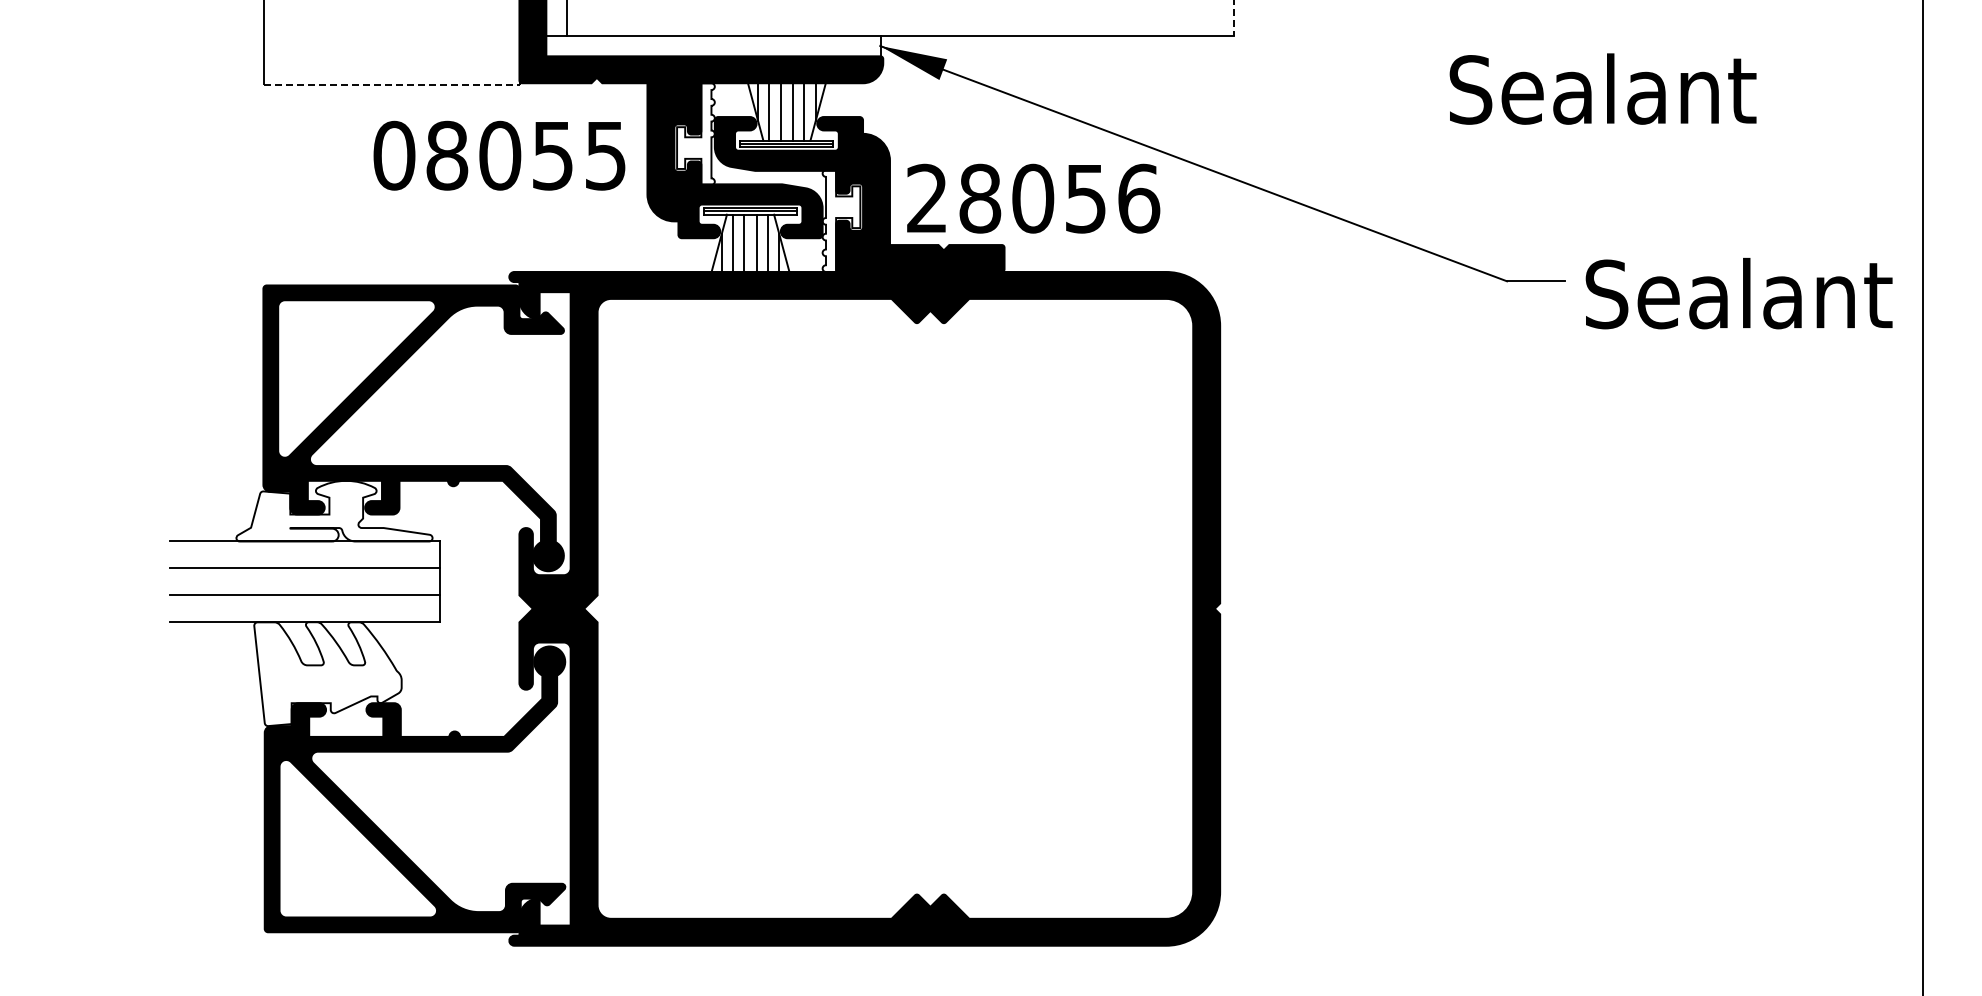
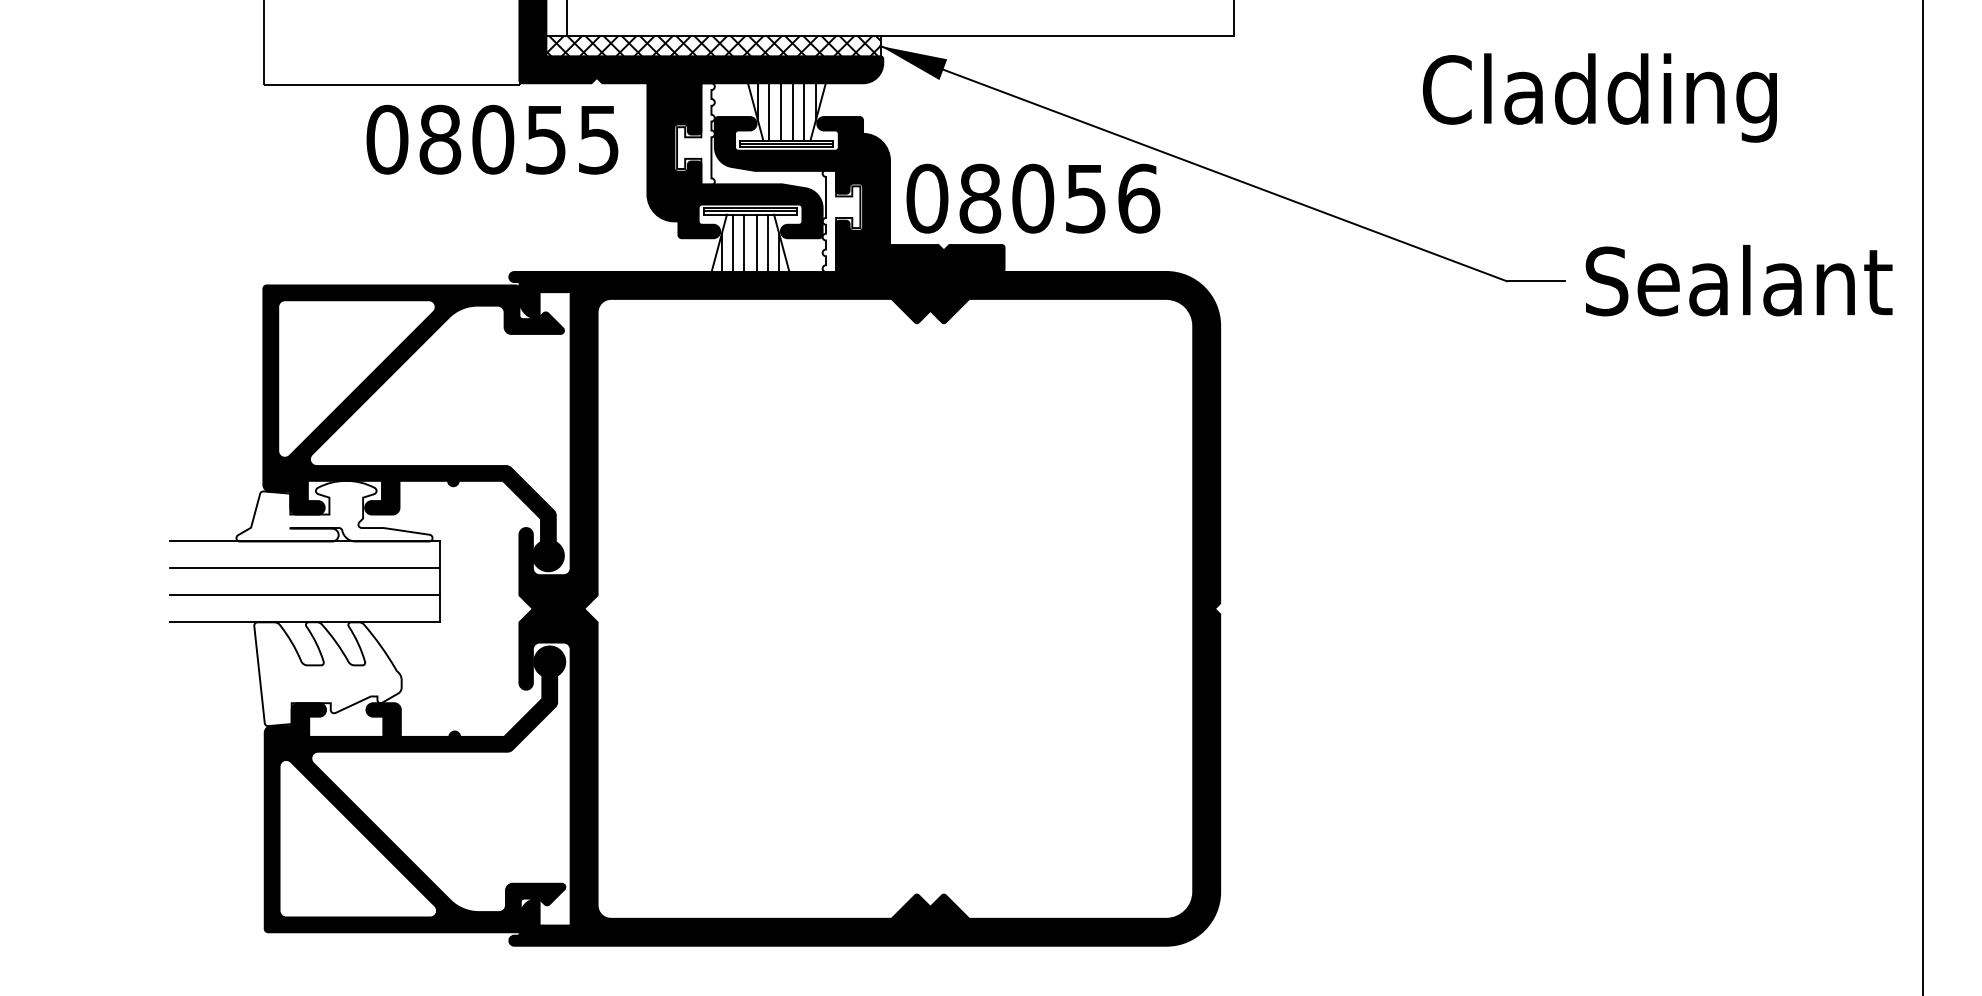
line at (1233, 18): dashed -> solid
hatch at (713, 46): none -> present
line at (392, 84): dashed -> solid
text at (1599, 97): Sealant -> Cladding
text at (499, 155) position: (499, 155) -> (492, 139)
text at (927, 198): 28056 -> 08056
text at (1738, 293) position: (1738, 293) -> (1738, 280)
